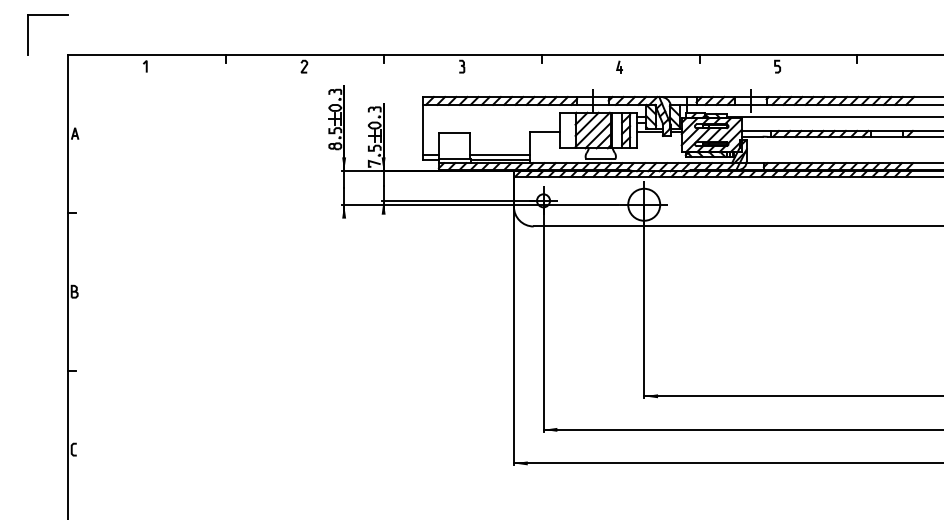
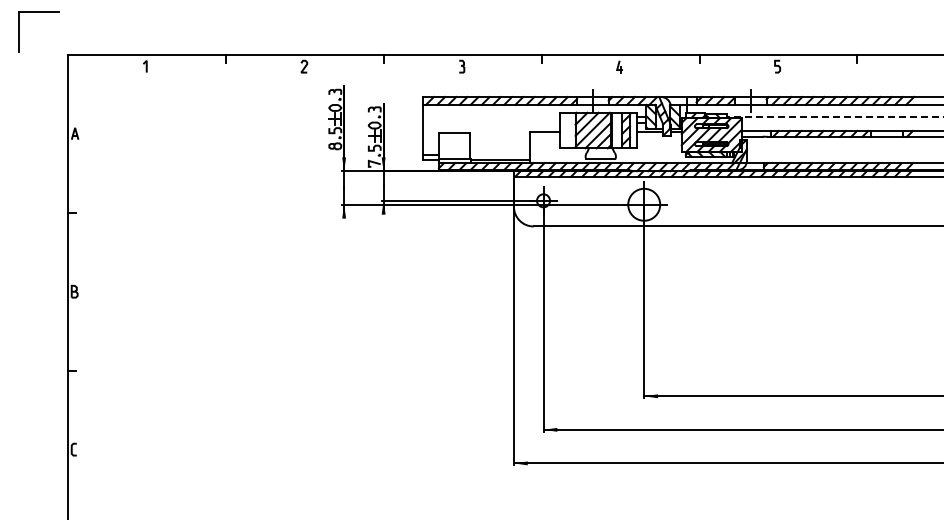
part at (47, 15) position: (47, 15) -> (38, 12)
line at (835, 117): solid -> dashed
line at (499, 154): present -> none
